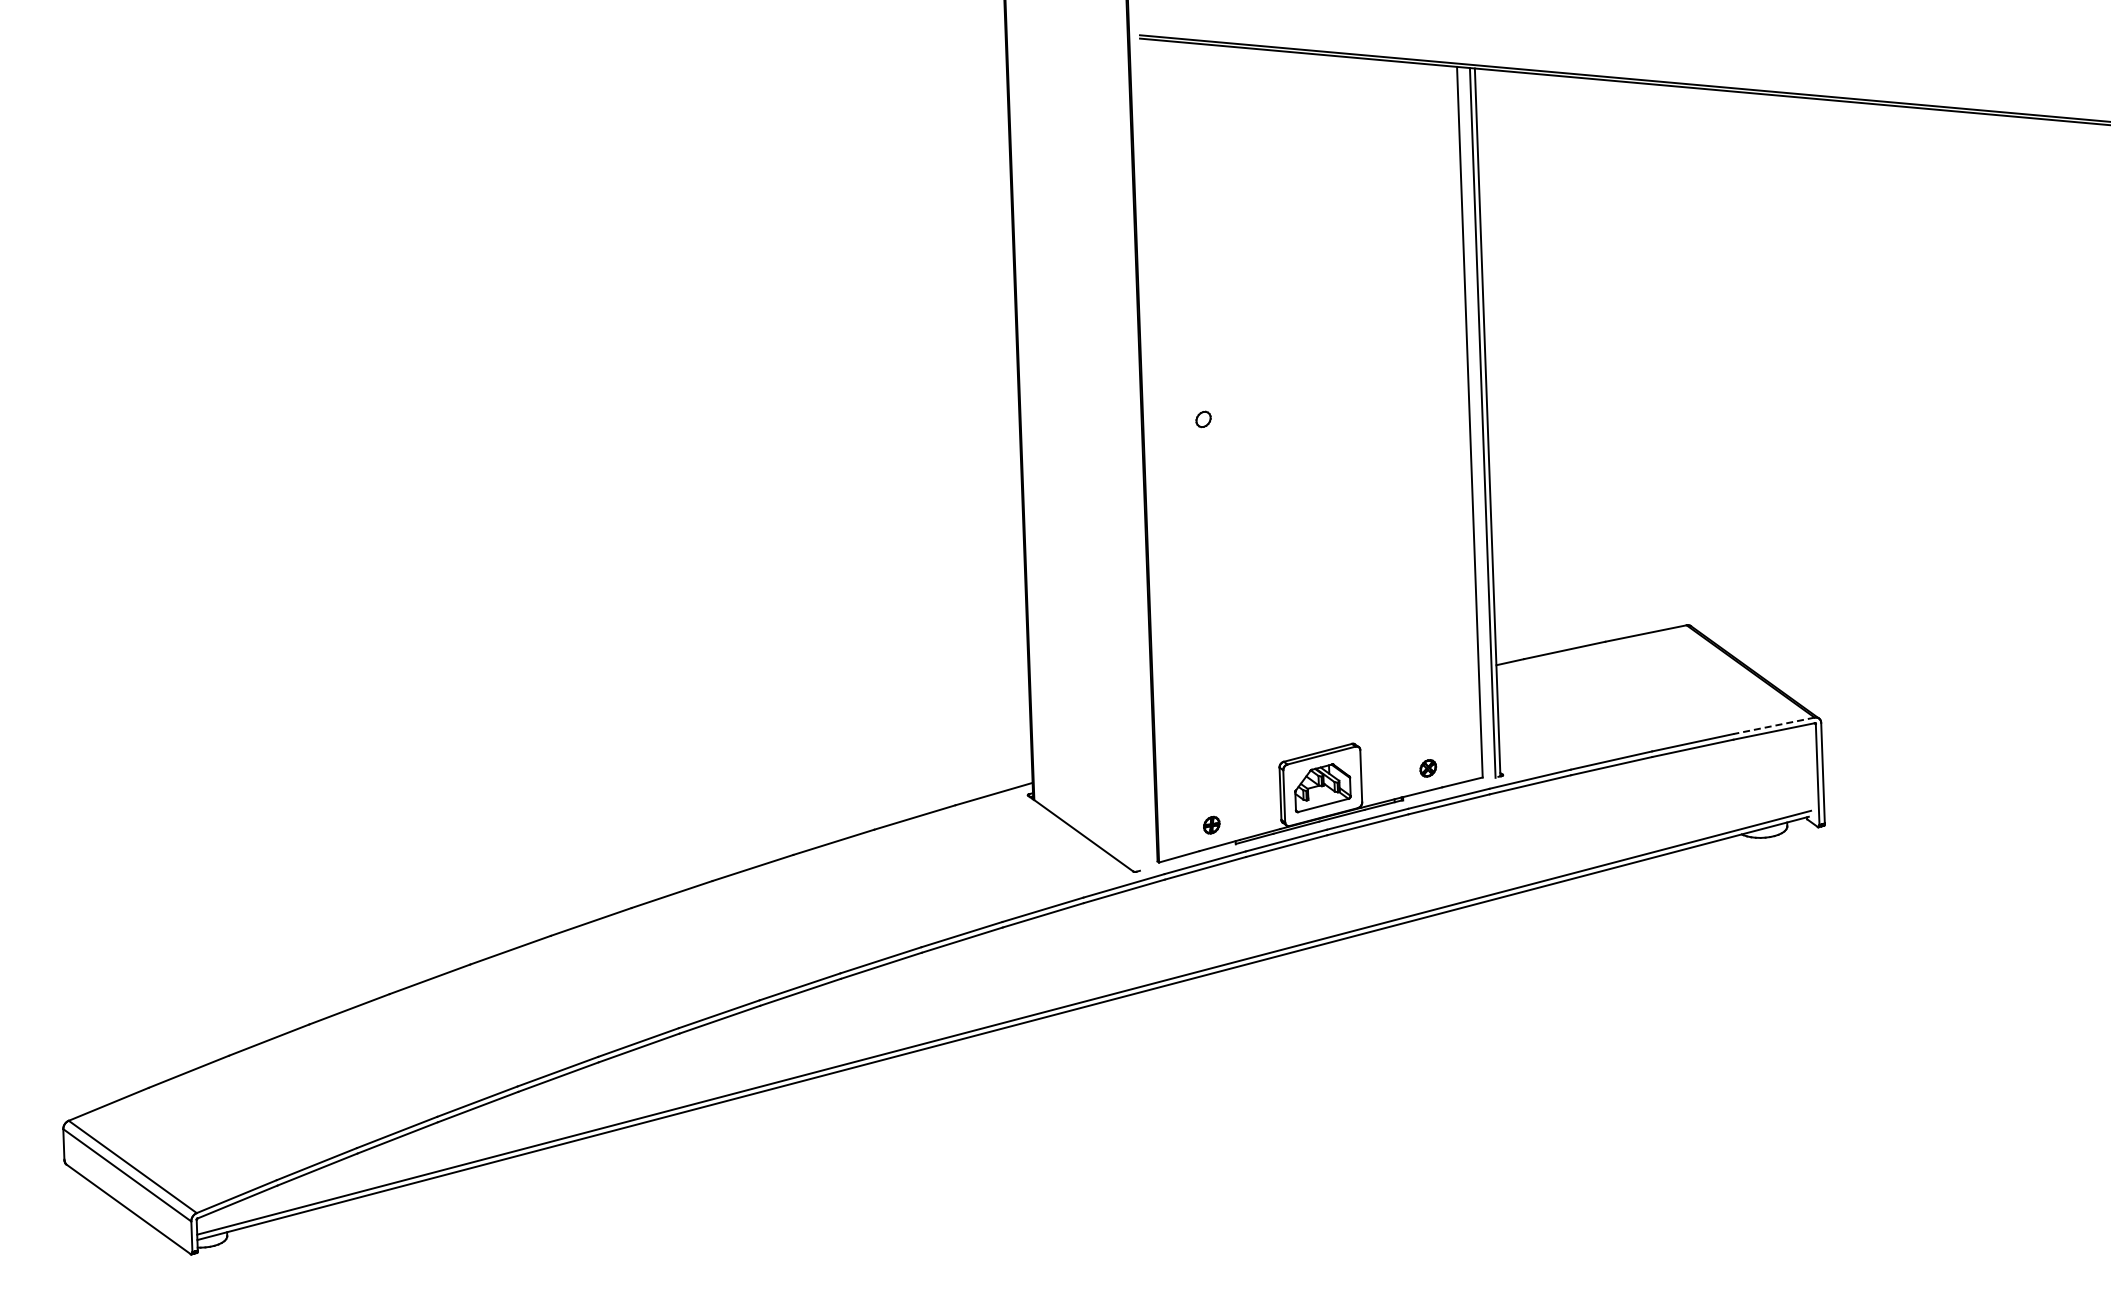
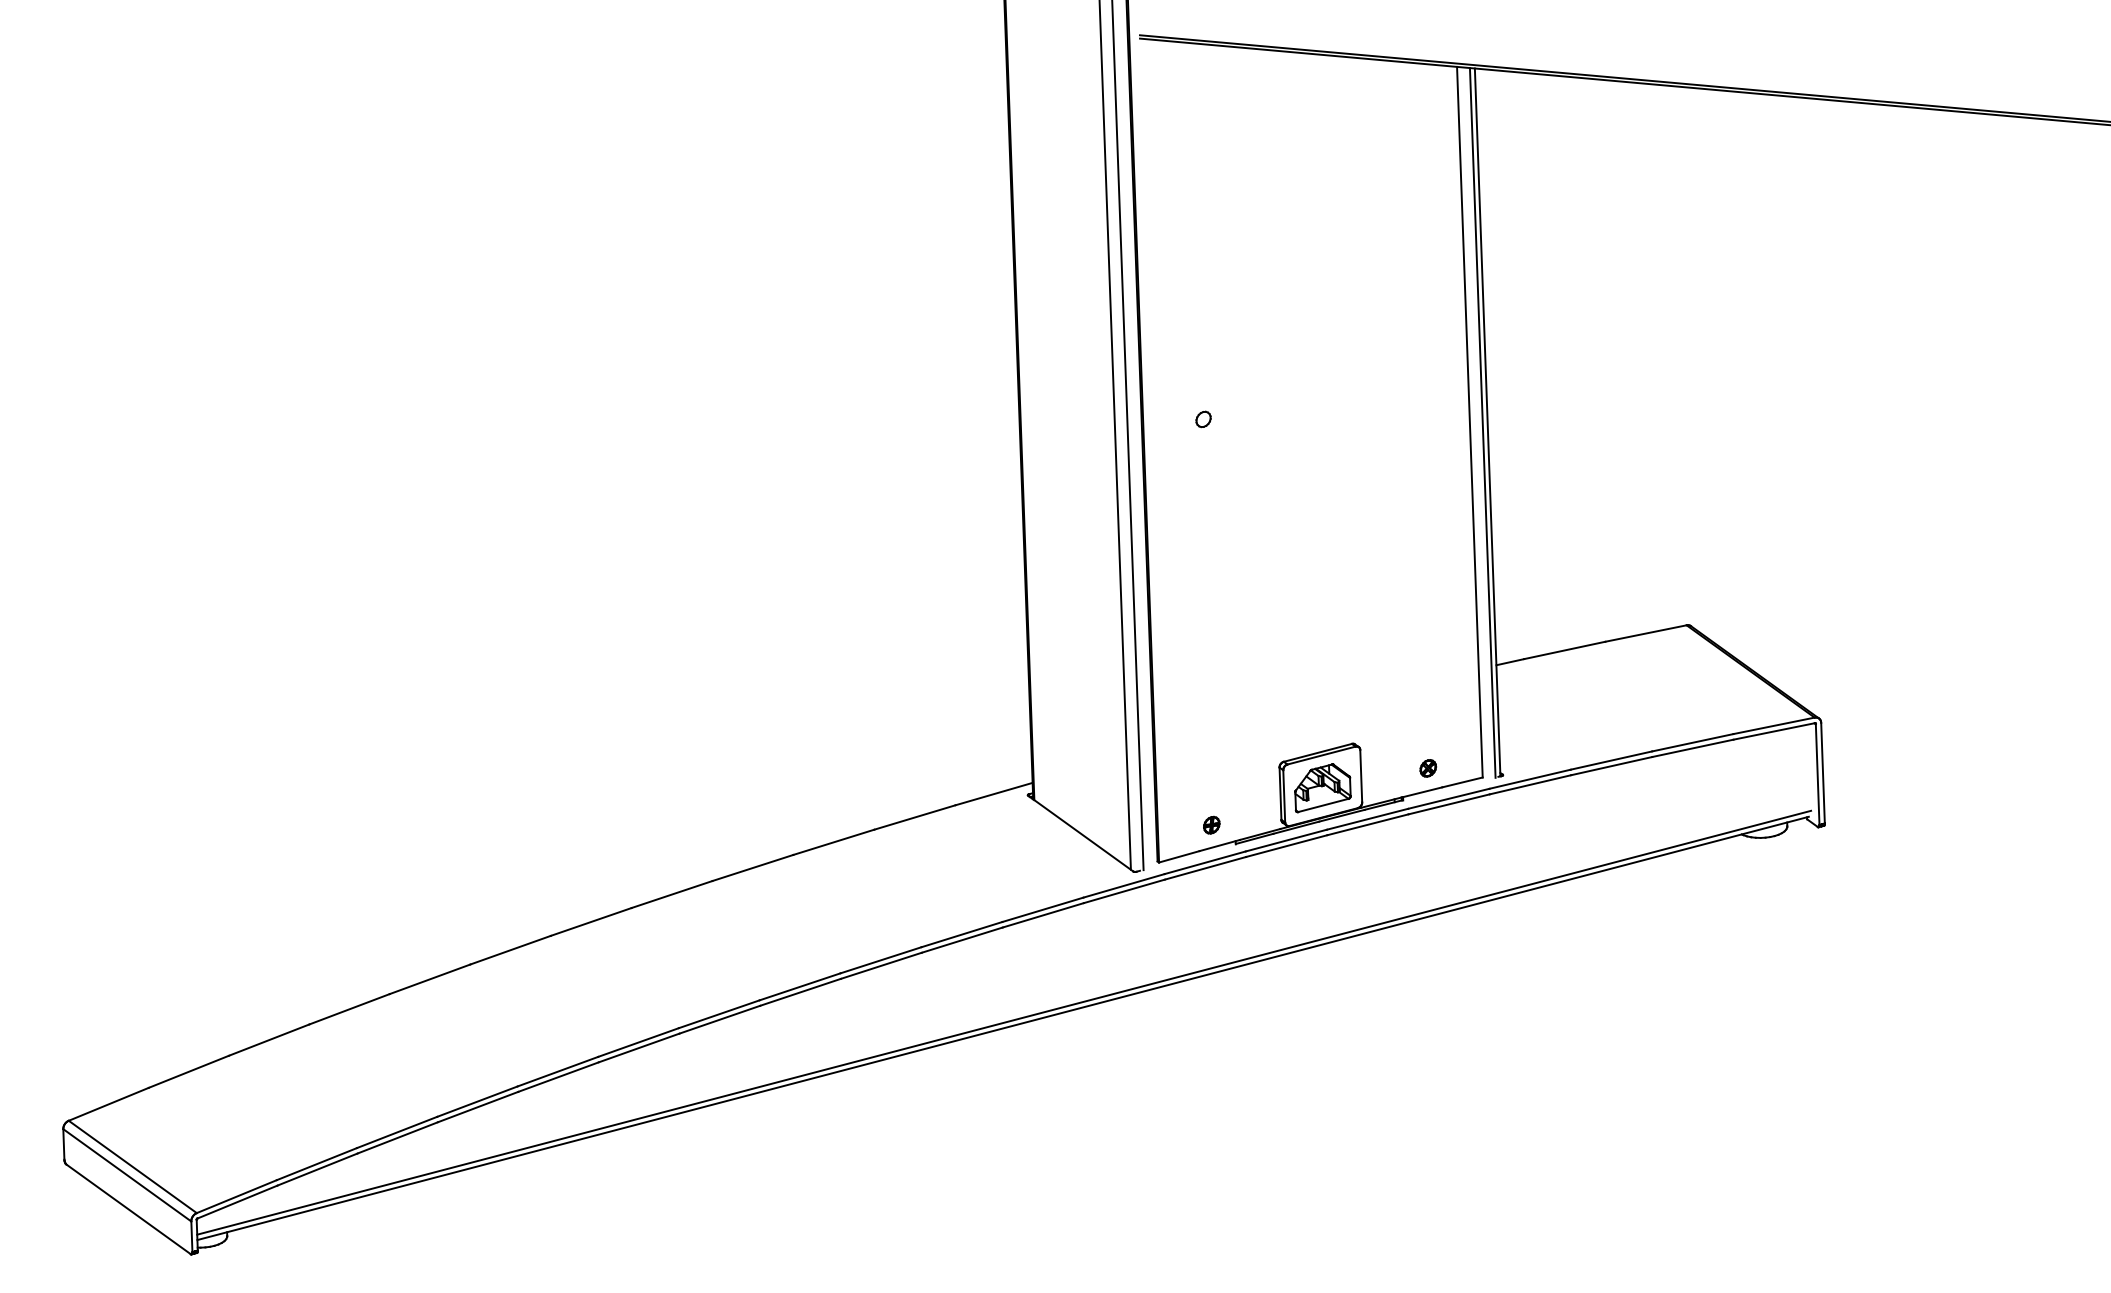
line at (1114, 435): none -> present
line at (1127, 436): none -> present
line at (1773, 725): dashed -> solid
